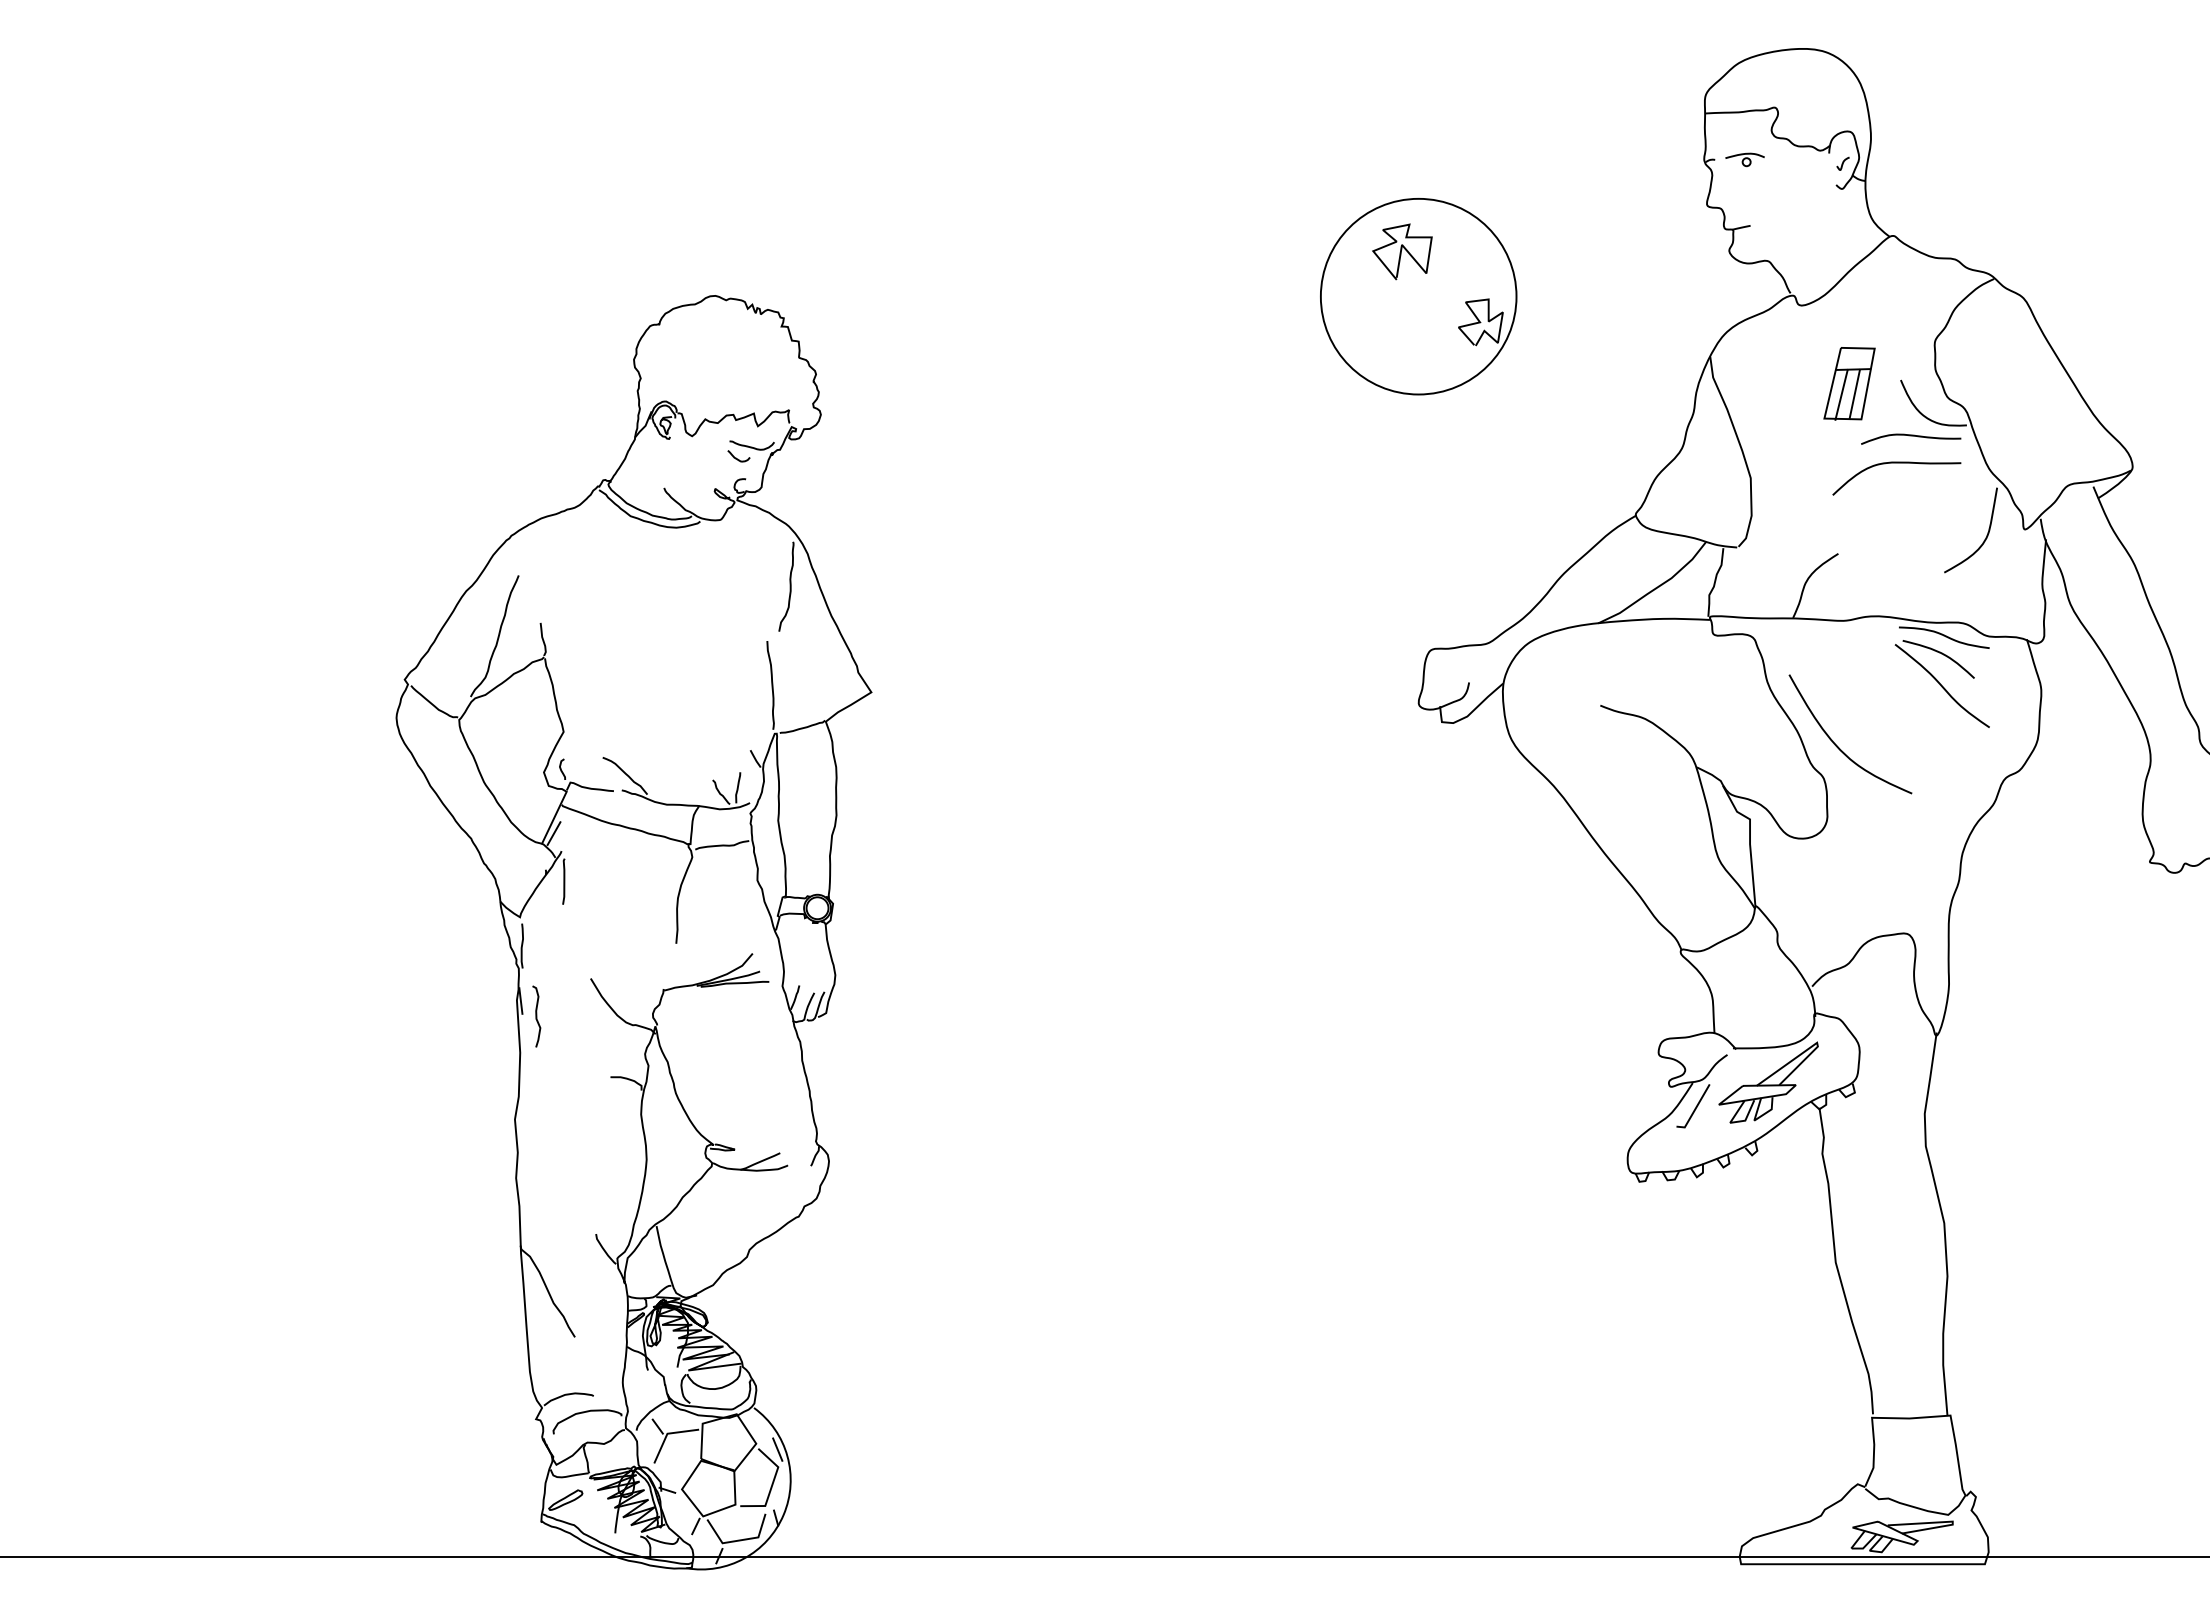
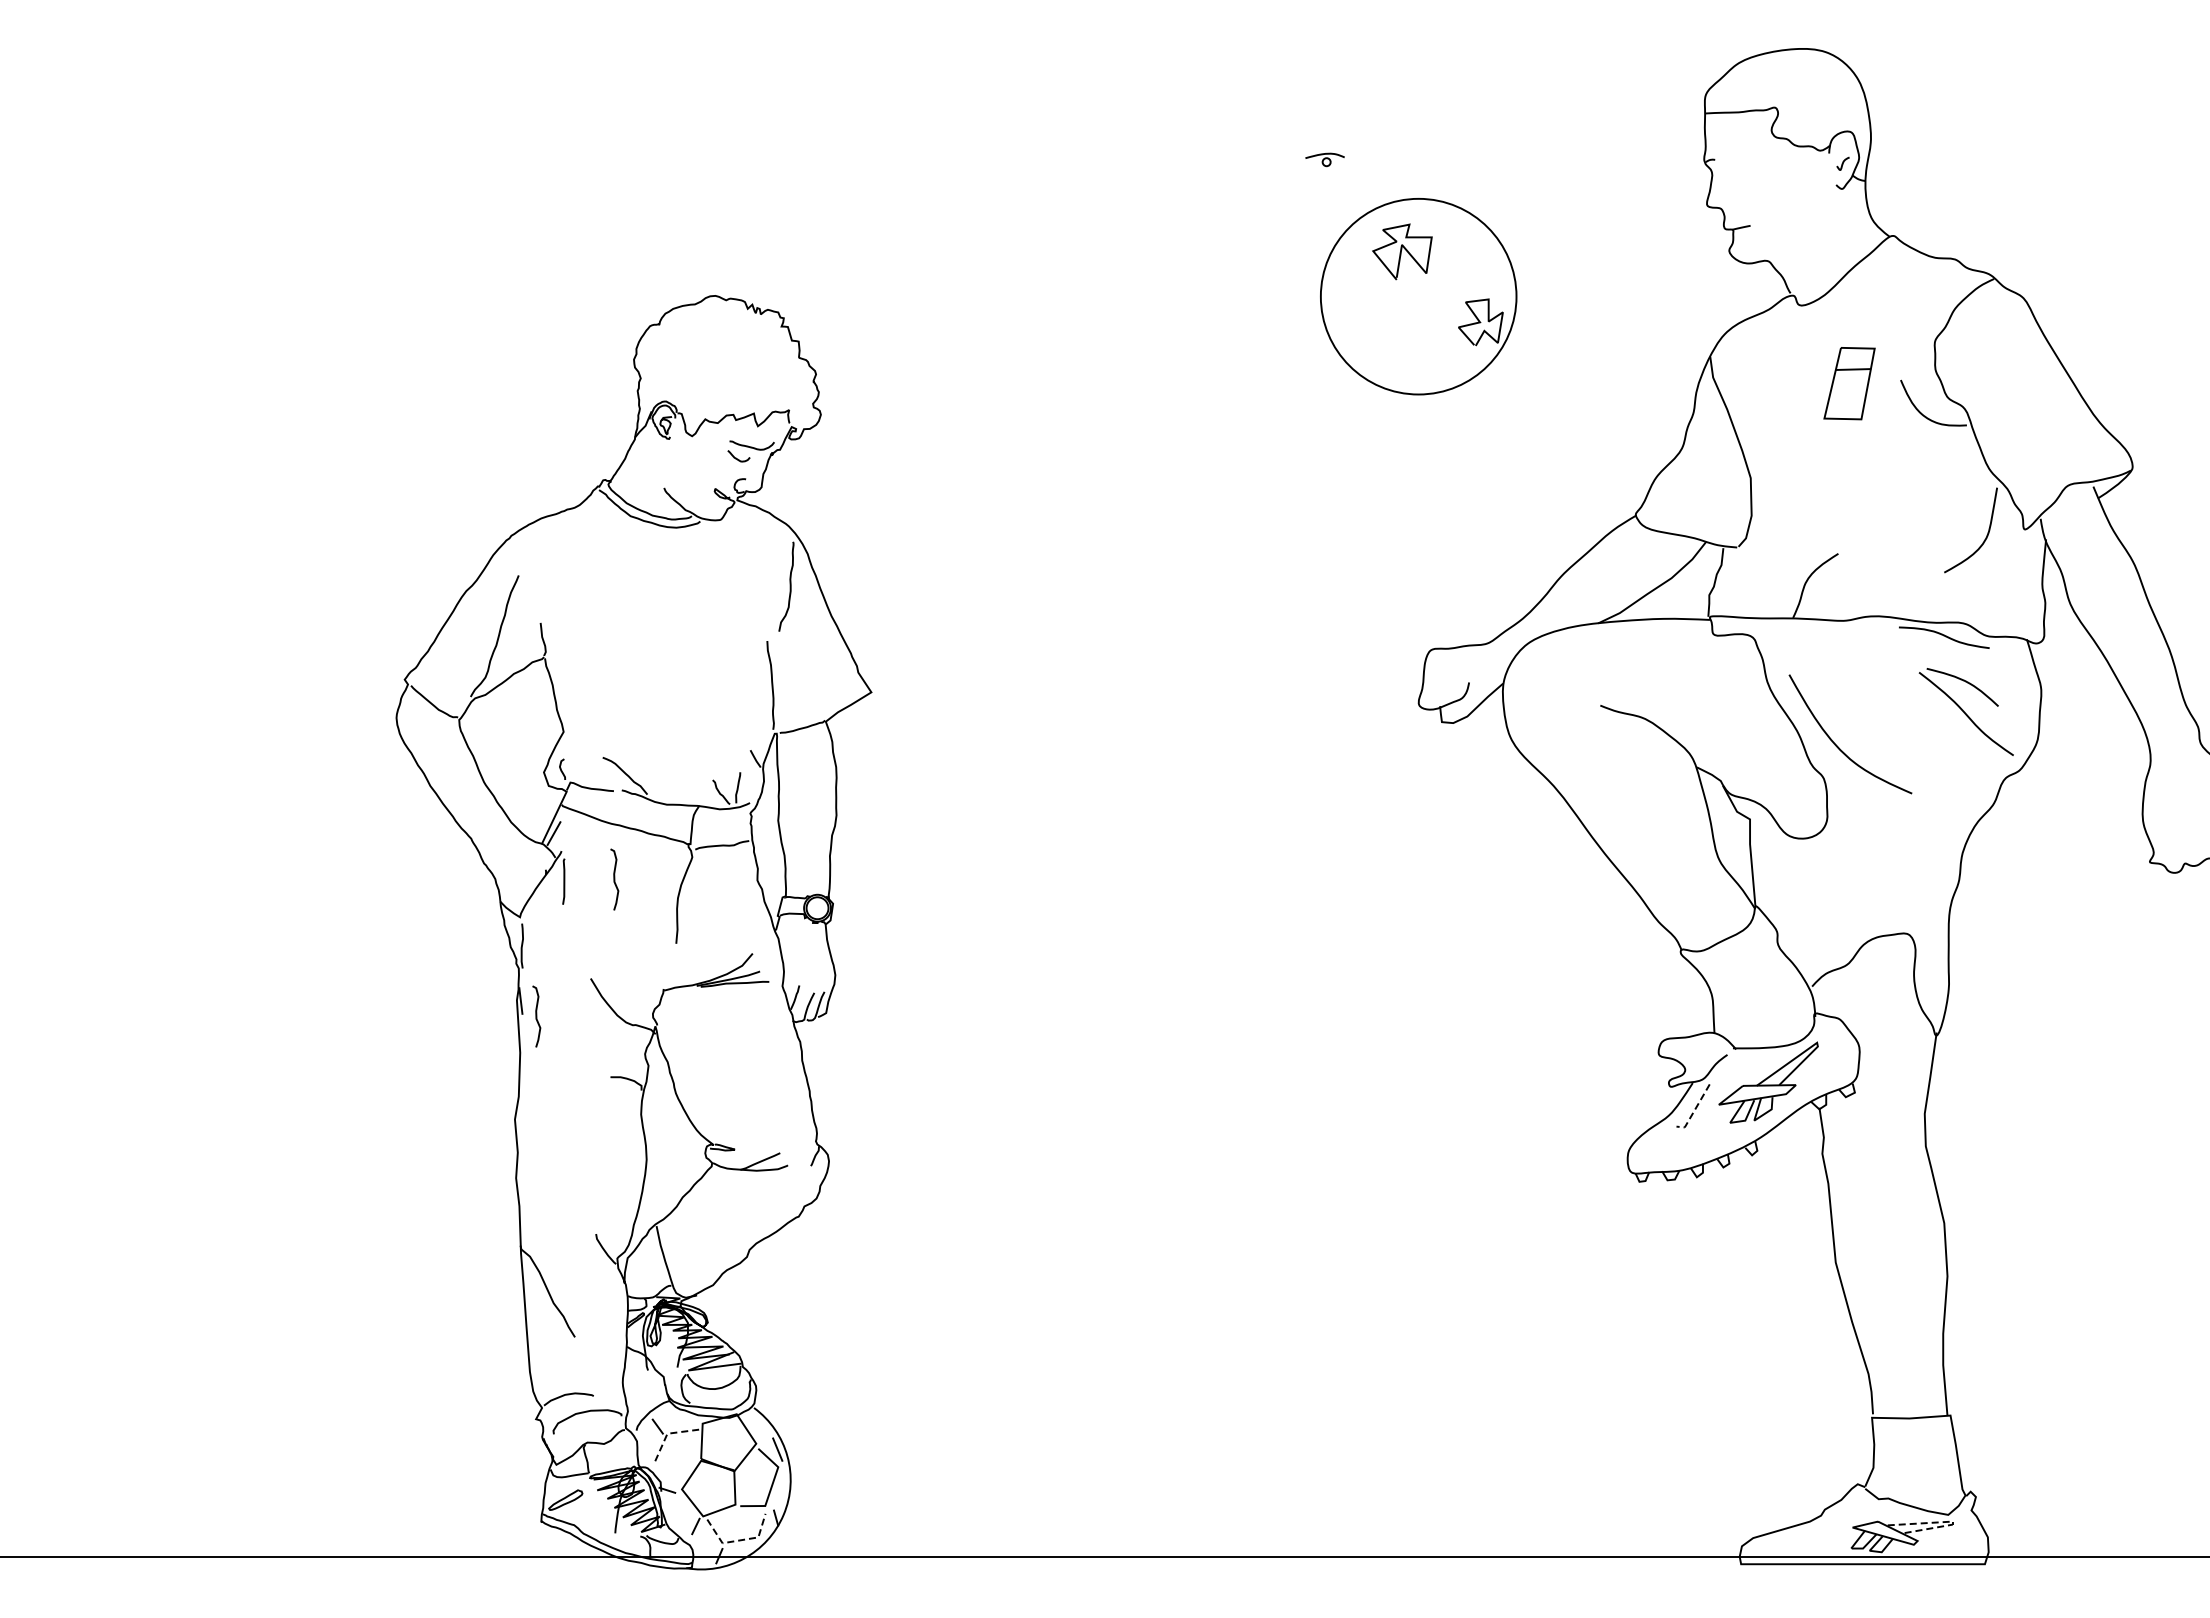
part at (1744, 159) position: (1744, 159) -> (1324, 159)
line at (1854, 393): present -> none
line at (1841, 394): present -> none
curve at (1911, 436): present -> none
curve at (1896, 463): present -> none
part at (1941, 683) position: (1941, 683) -> (1965, 711)
curve at (614, 879): none -> present
line at (1694, 1110): solid -> dashed
line at (667, 1433): solid -> dashed
line at (1948, 1521): solid -> dashed
line at (739, 1540): solid -> dashed
